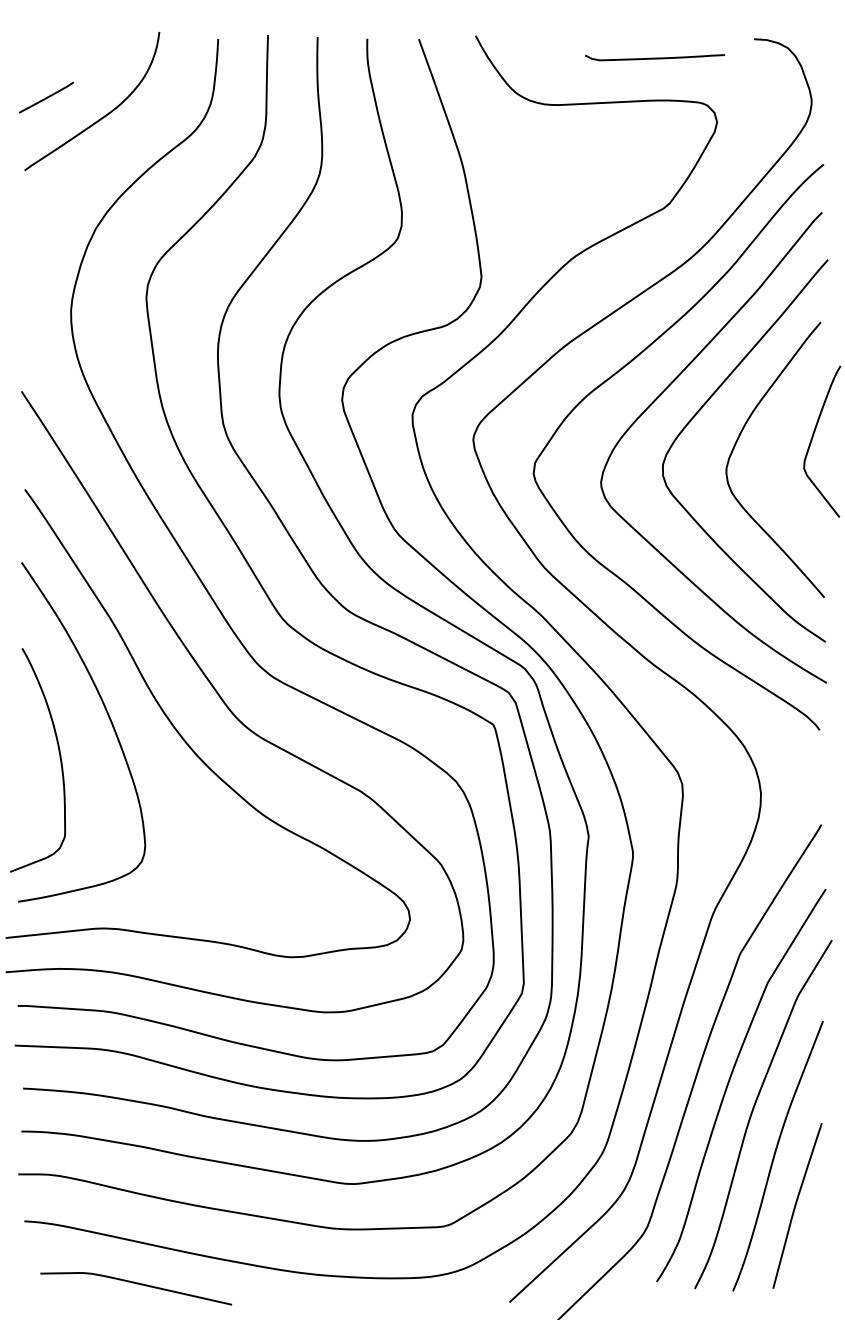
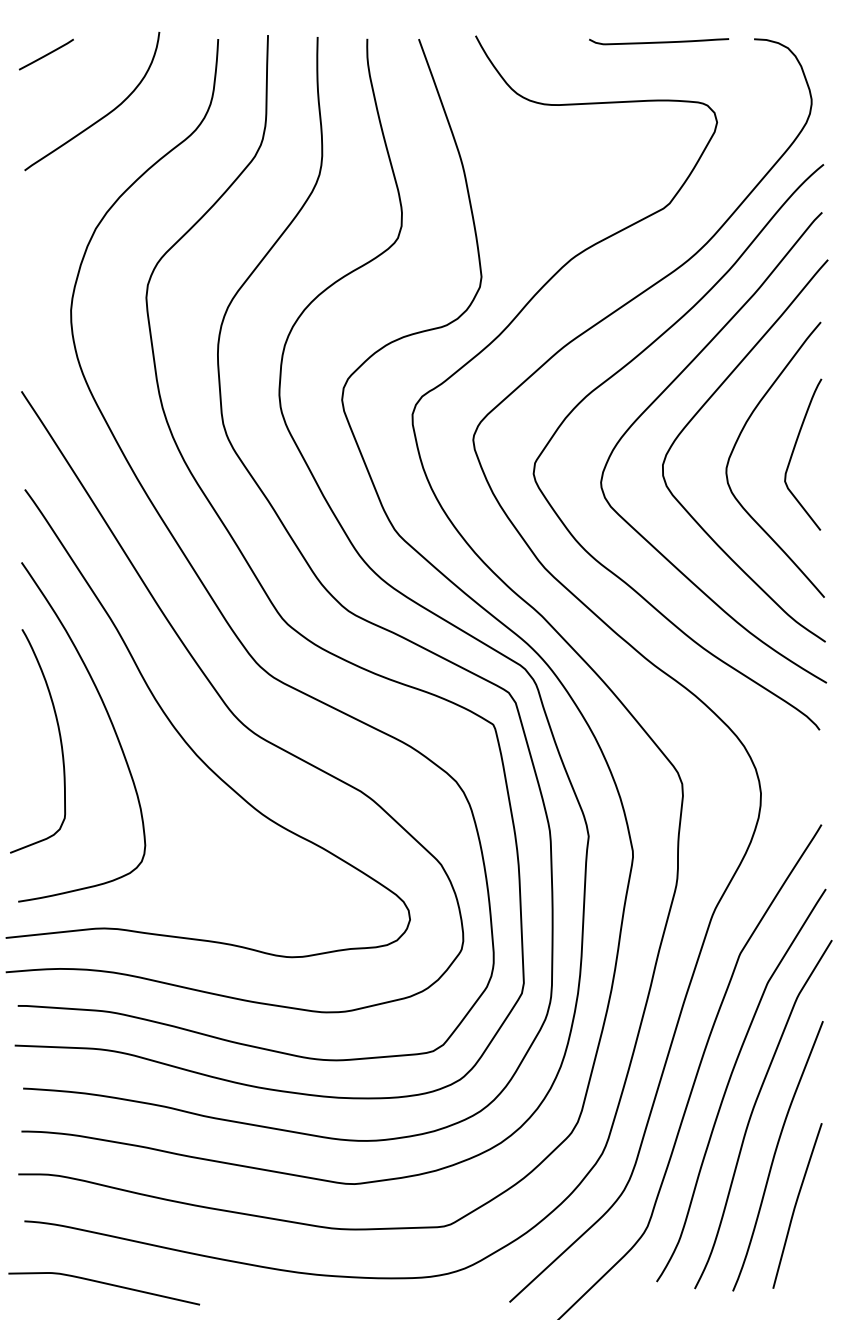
curve at (655, 57) position: (655, 57) -> (659, 41)
line at (45, 97) position: (45, 97) -> (45, 54)
curve at (813, 437) position: (813, 437) -> (794, 450)
curve at (59, 758) position: (59, 758) -> (59, 739)
curve at (136, 1284) position: (136, 1284) -> (104, 1284)
